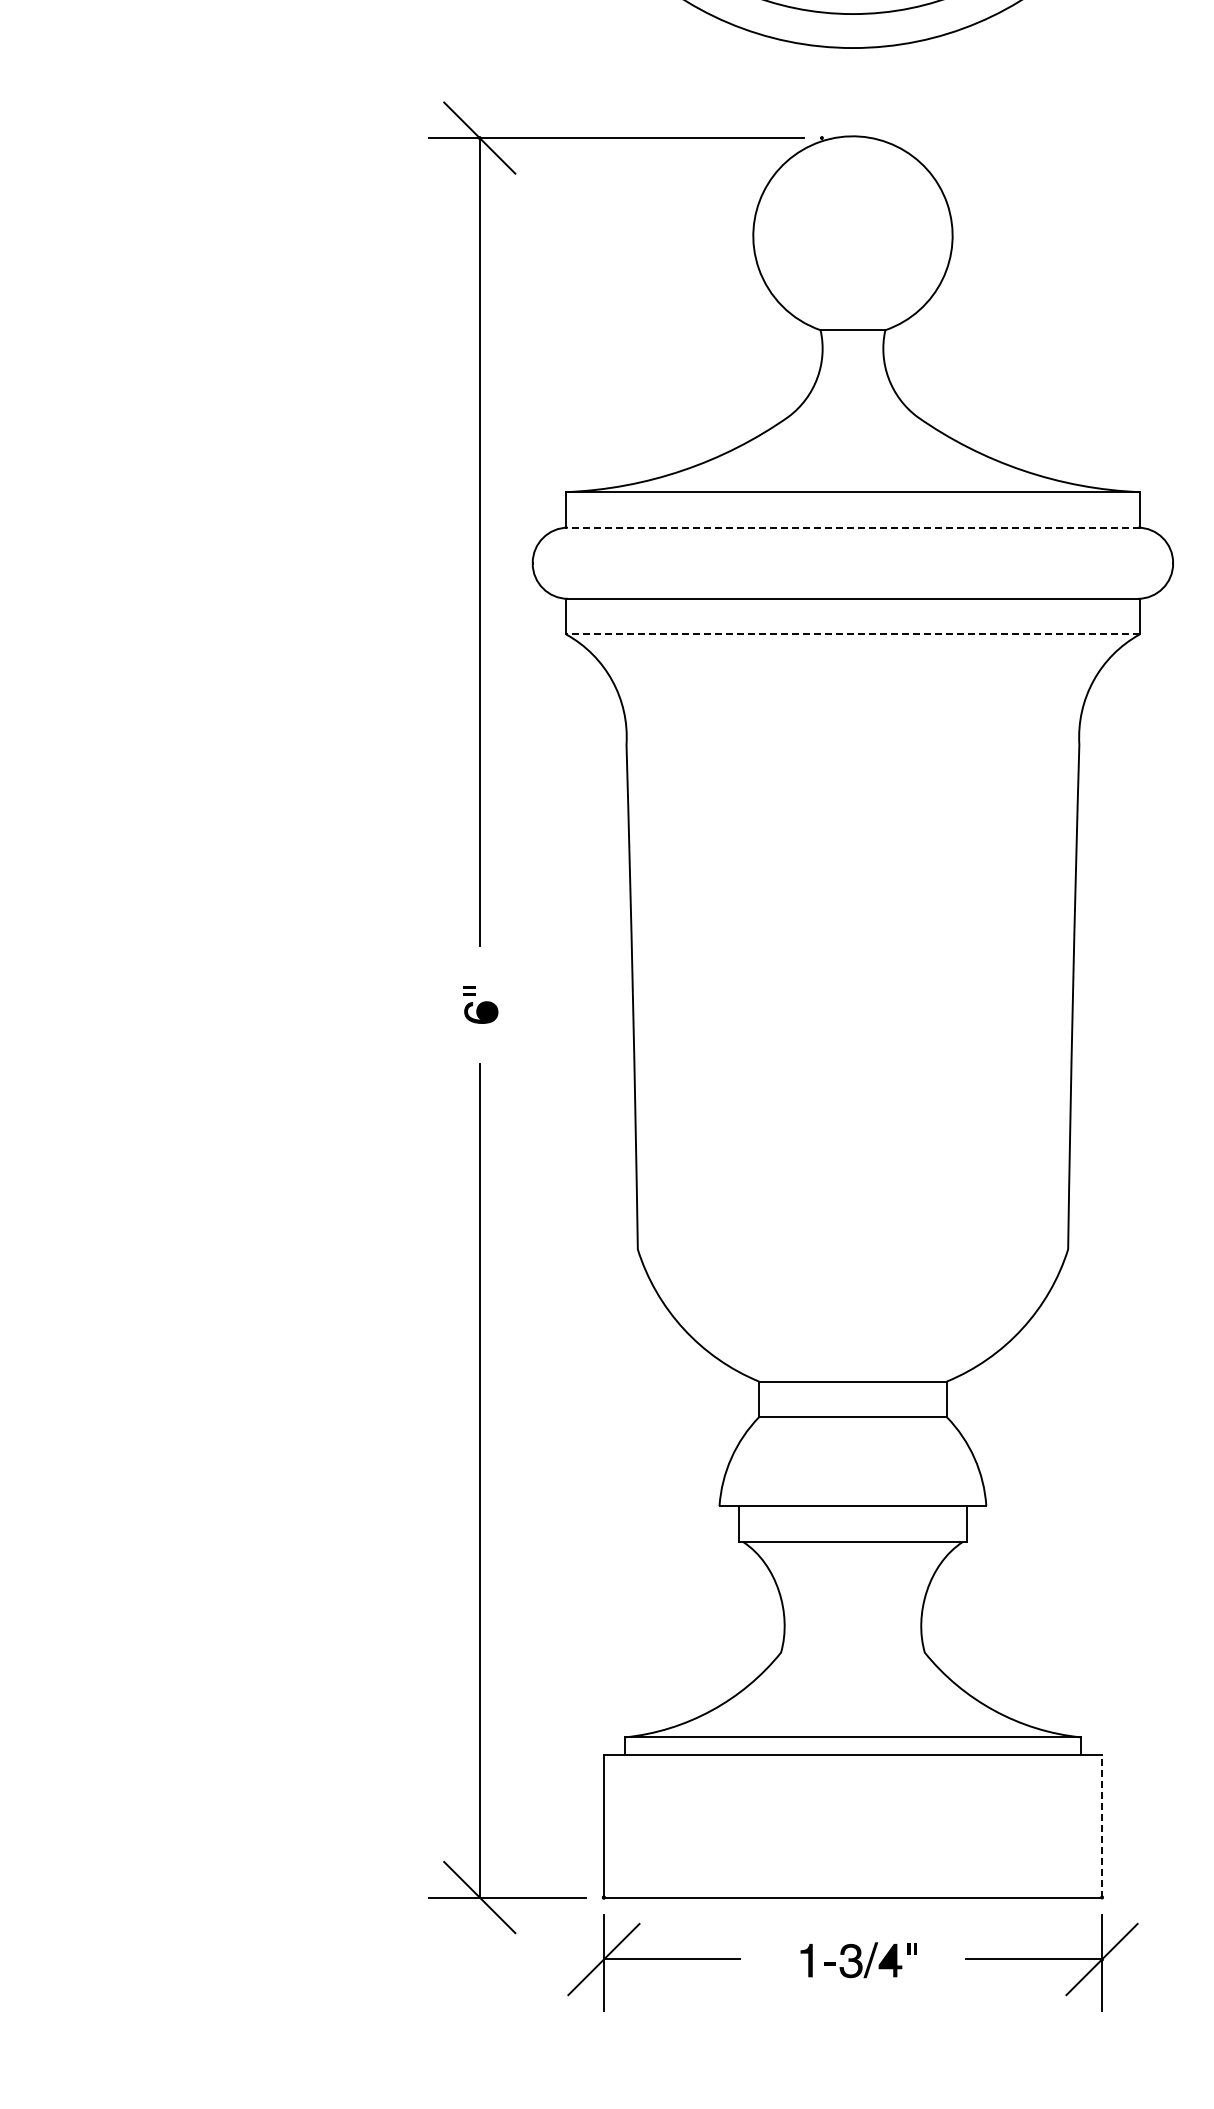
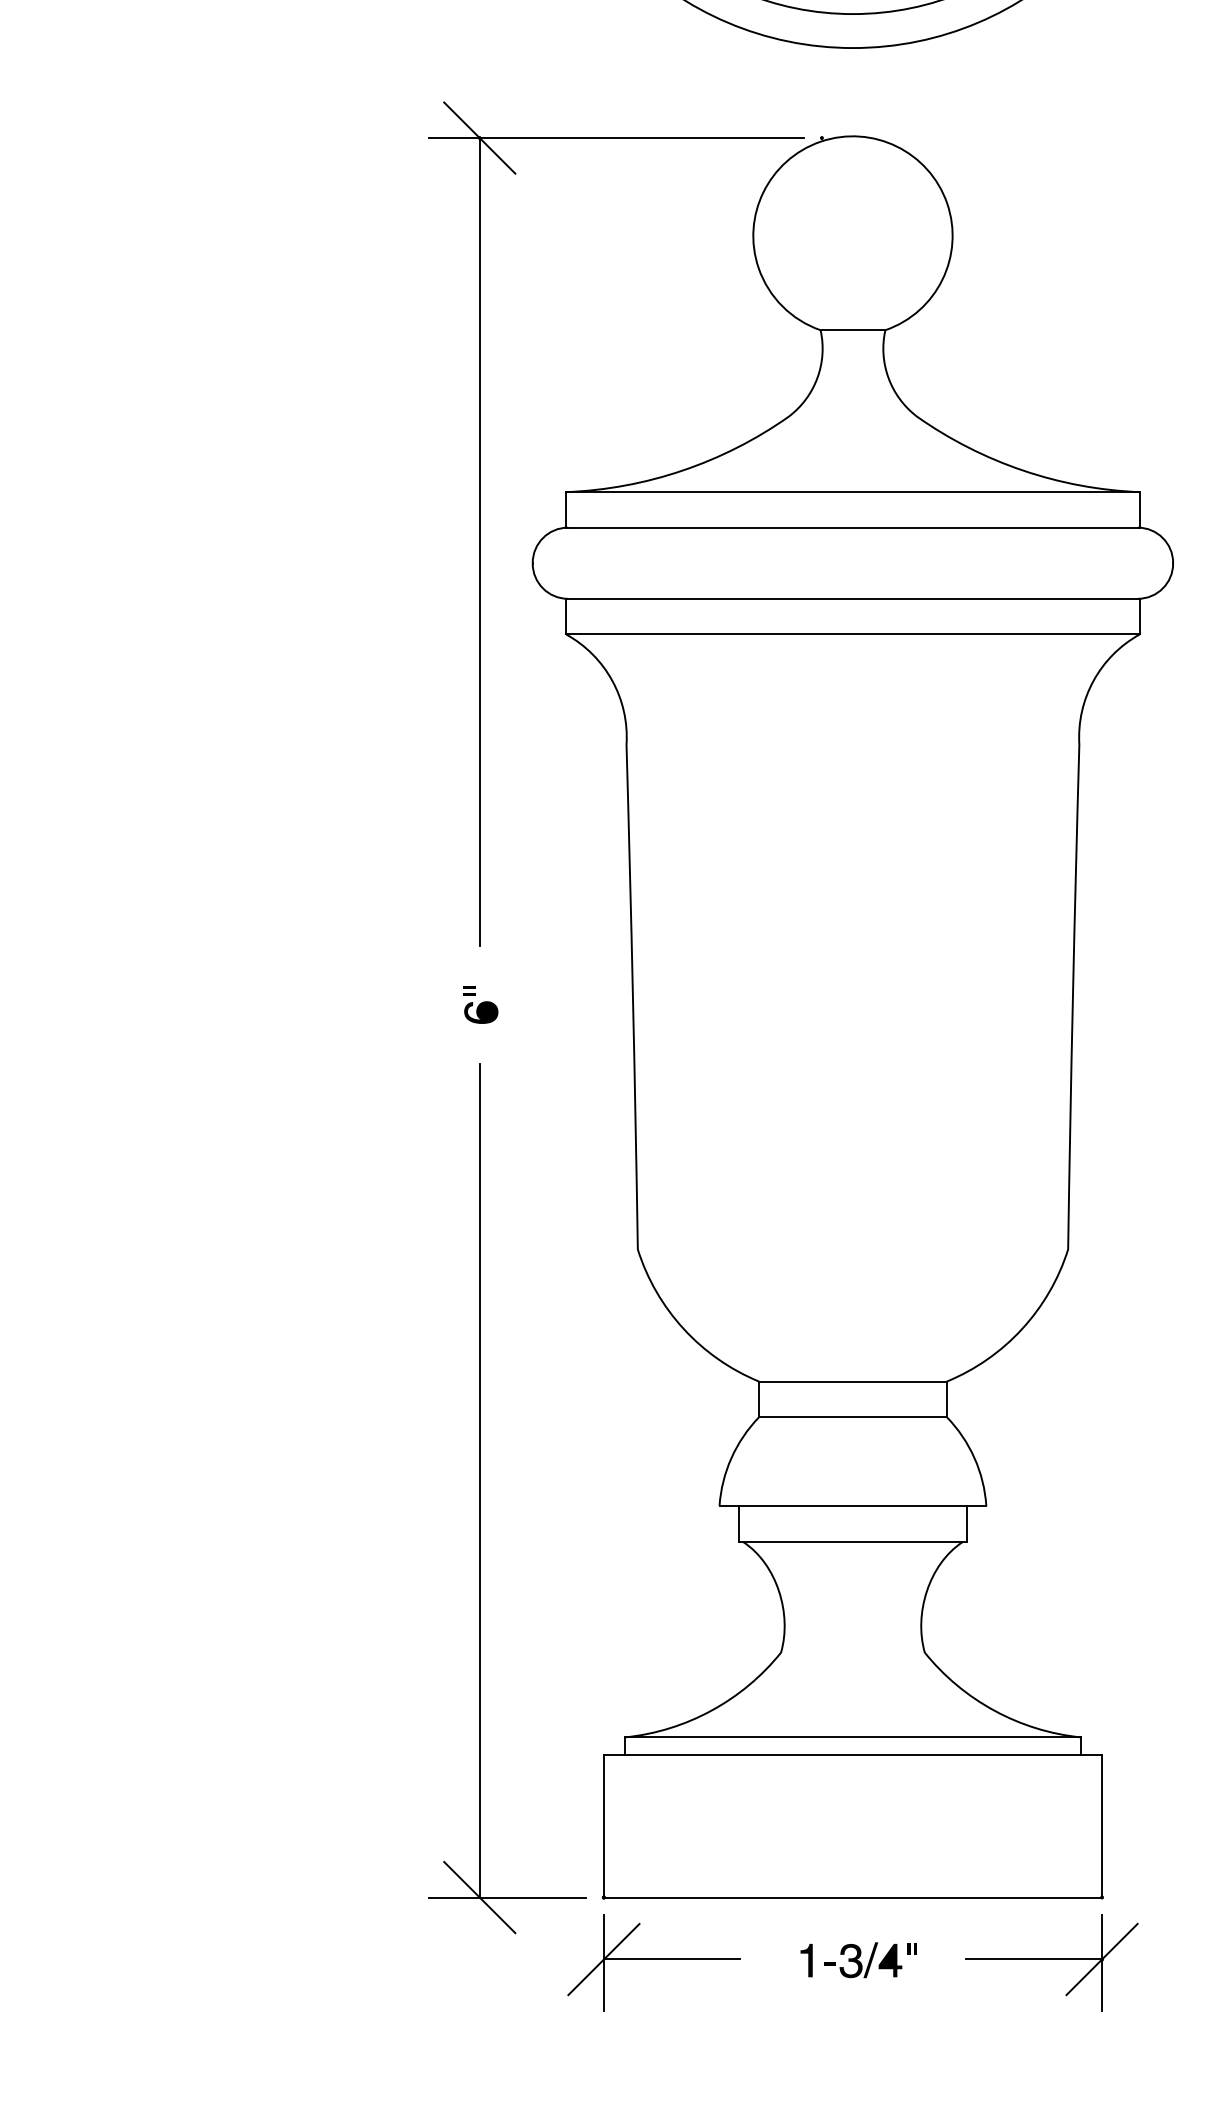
line at (853, 527): dashed -> solid
line at (852, 634): dashed -> solid
line at (1101, 1825): dashed -> solid
